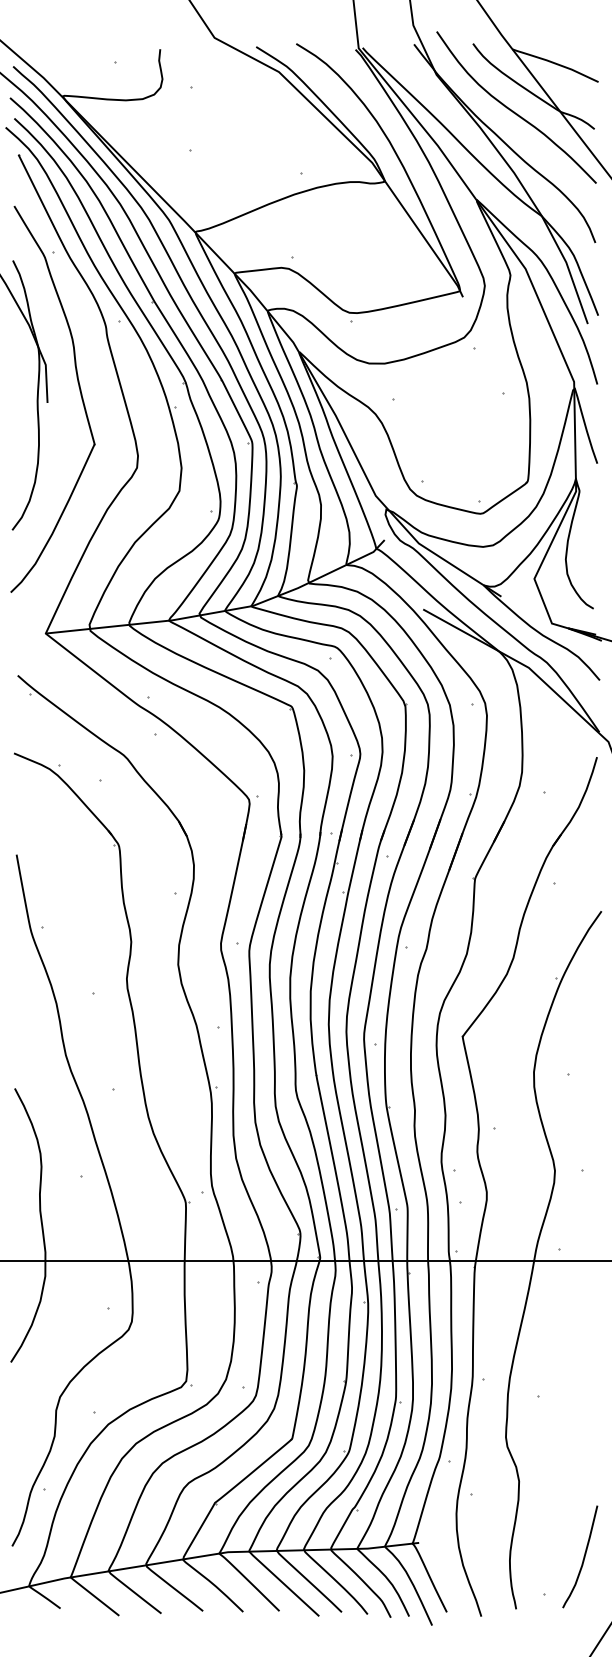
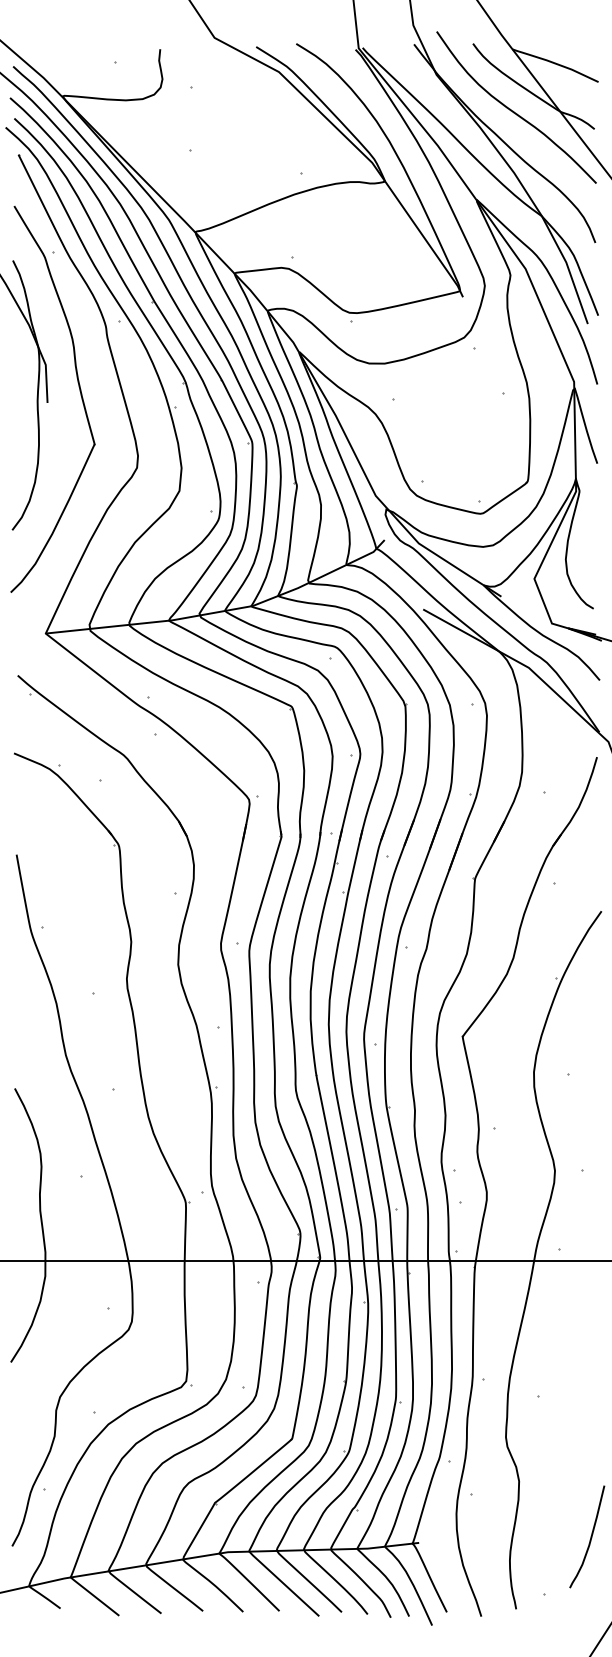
curve at (583, 1556) position: (583, 1556) -> (590, 1536)
